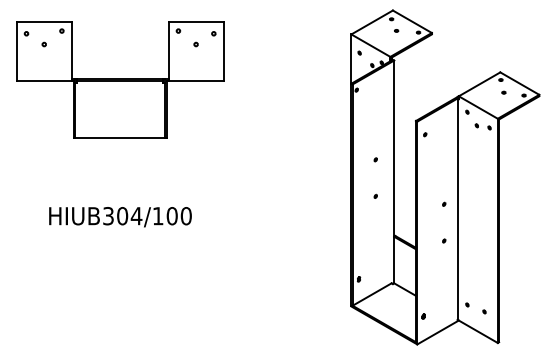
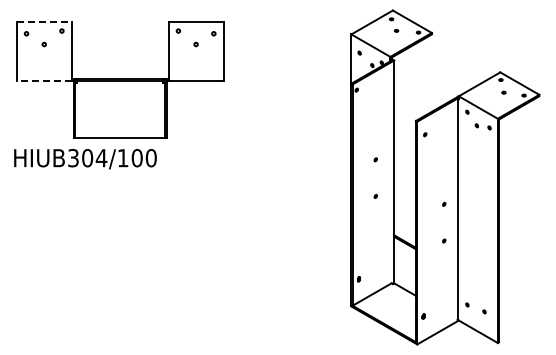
line at (44, 22): solid -> dashed
line at (44, 80): solid -> dashed
text at (120, 217) position: (120, 217) -> (85, 159)
